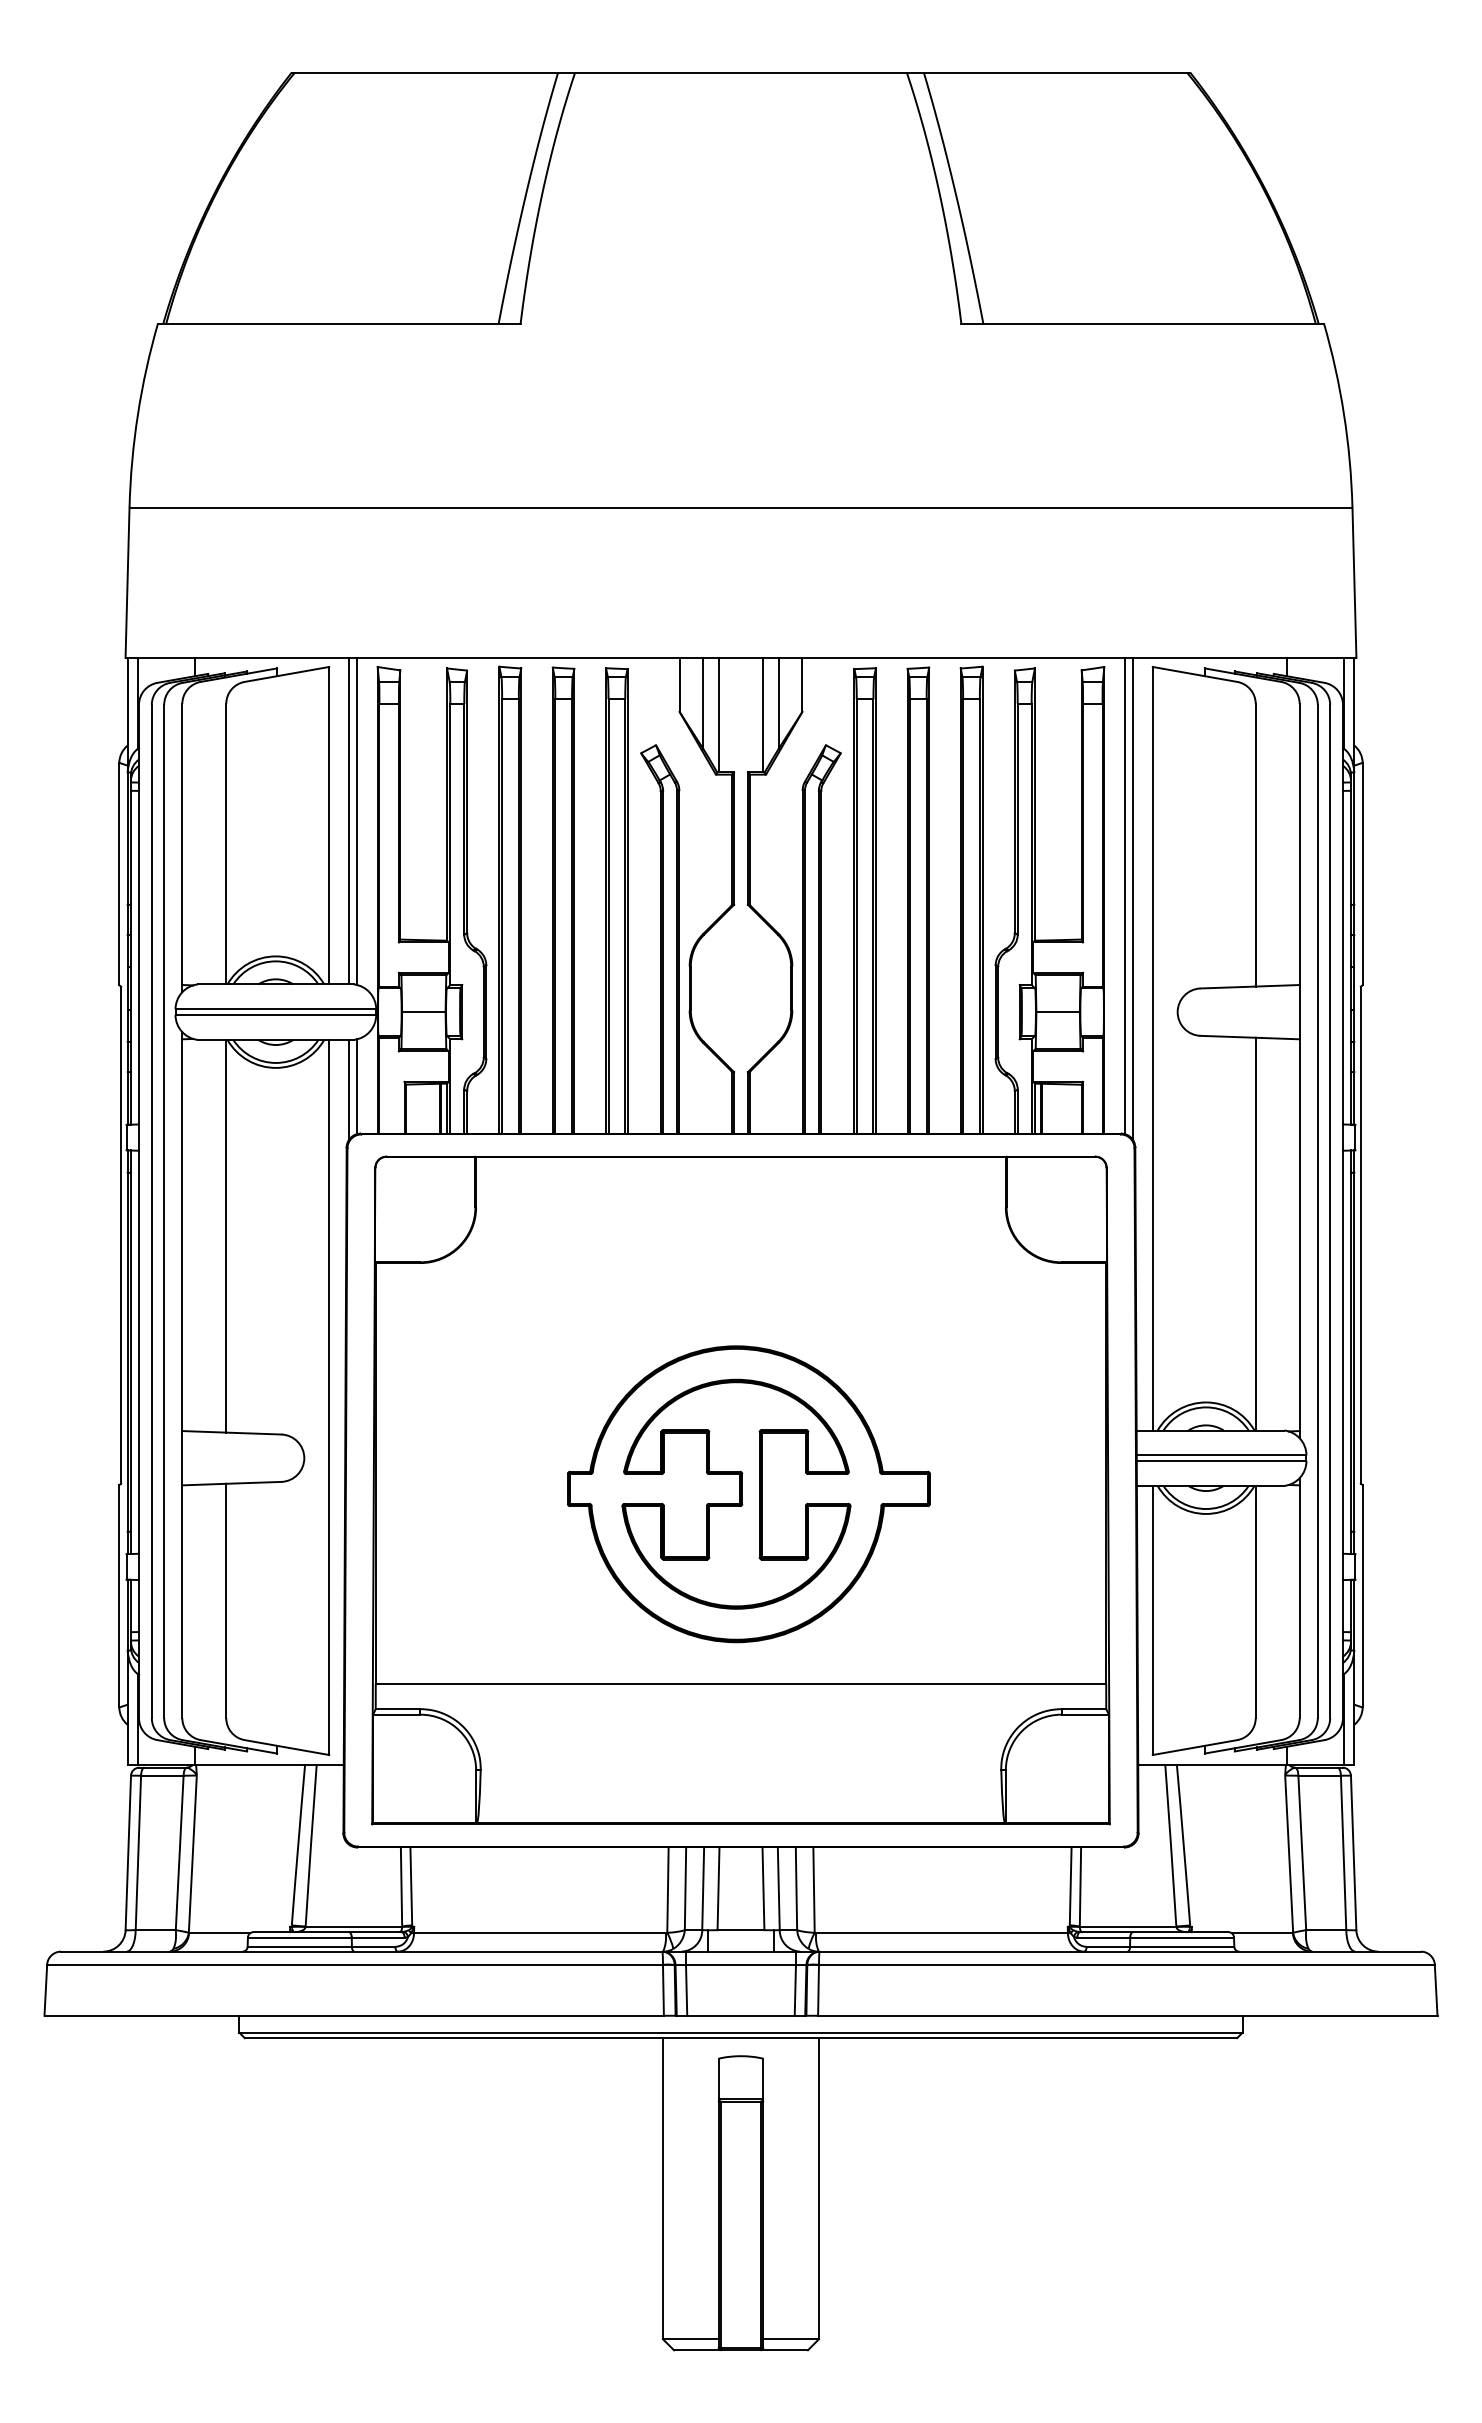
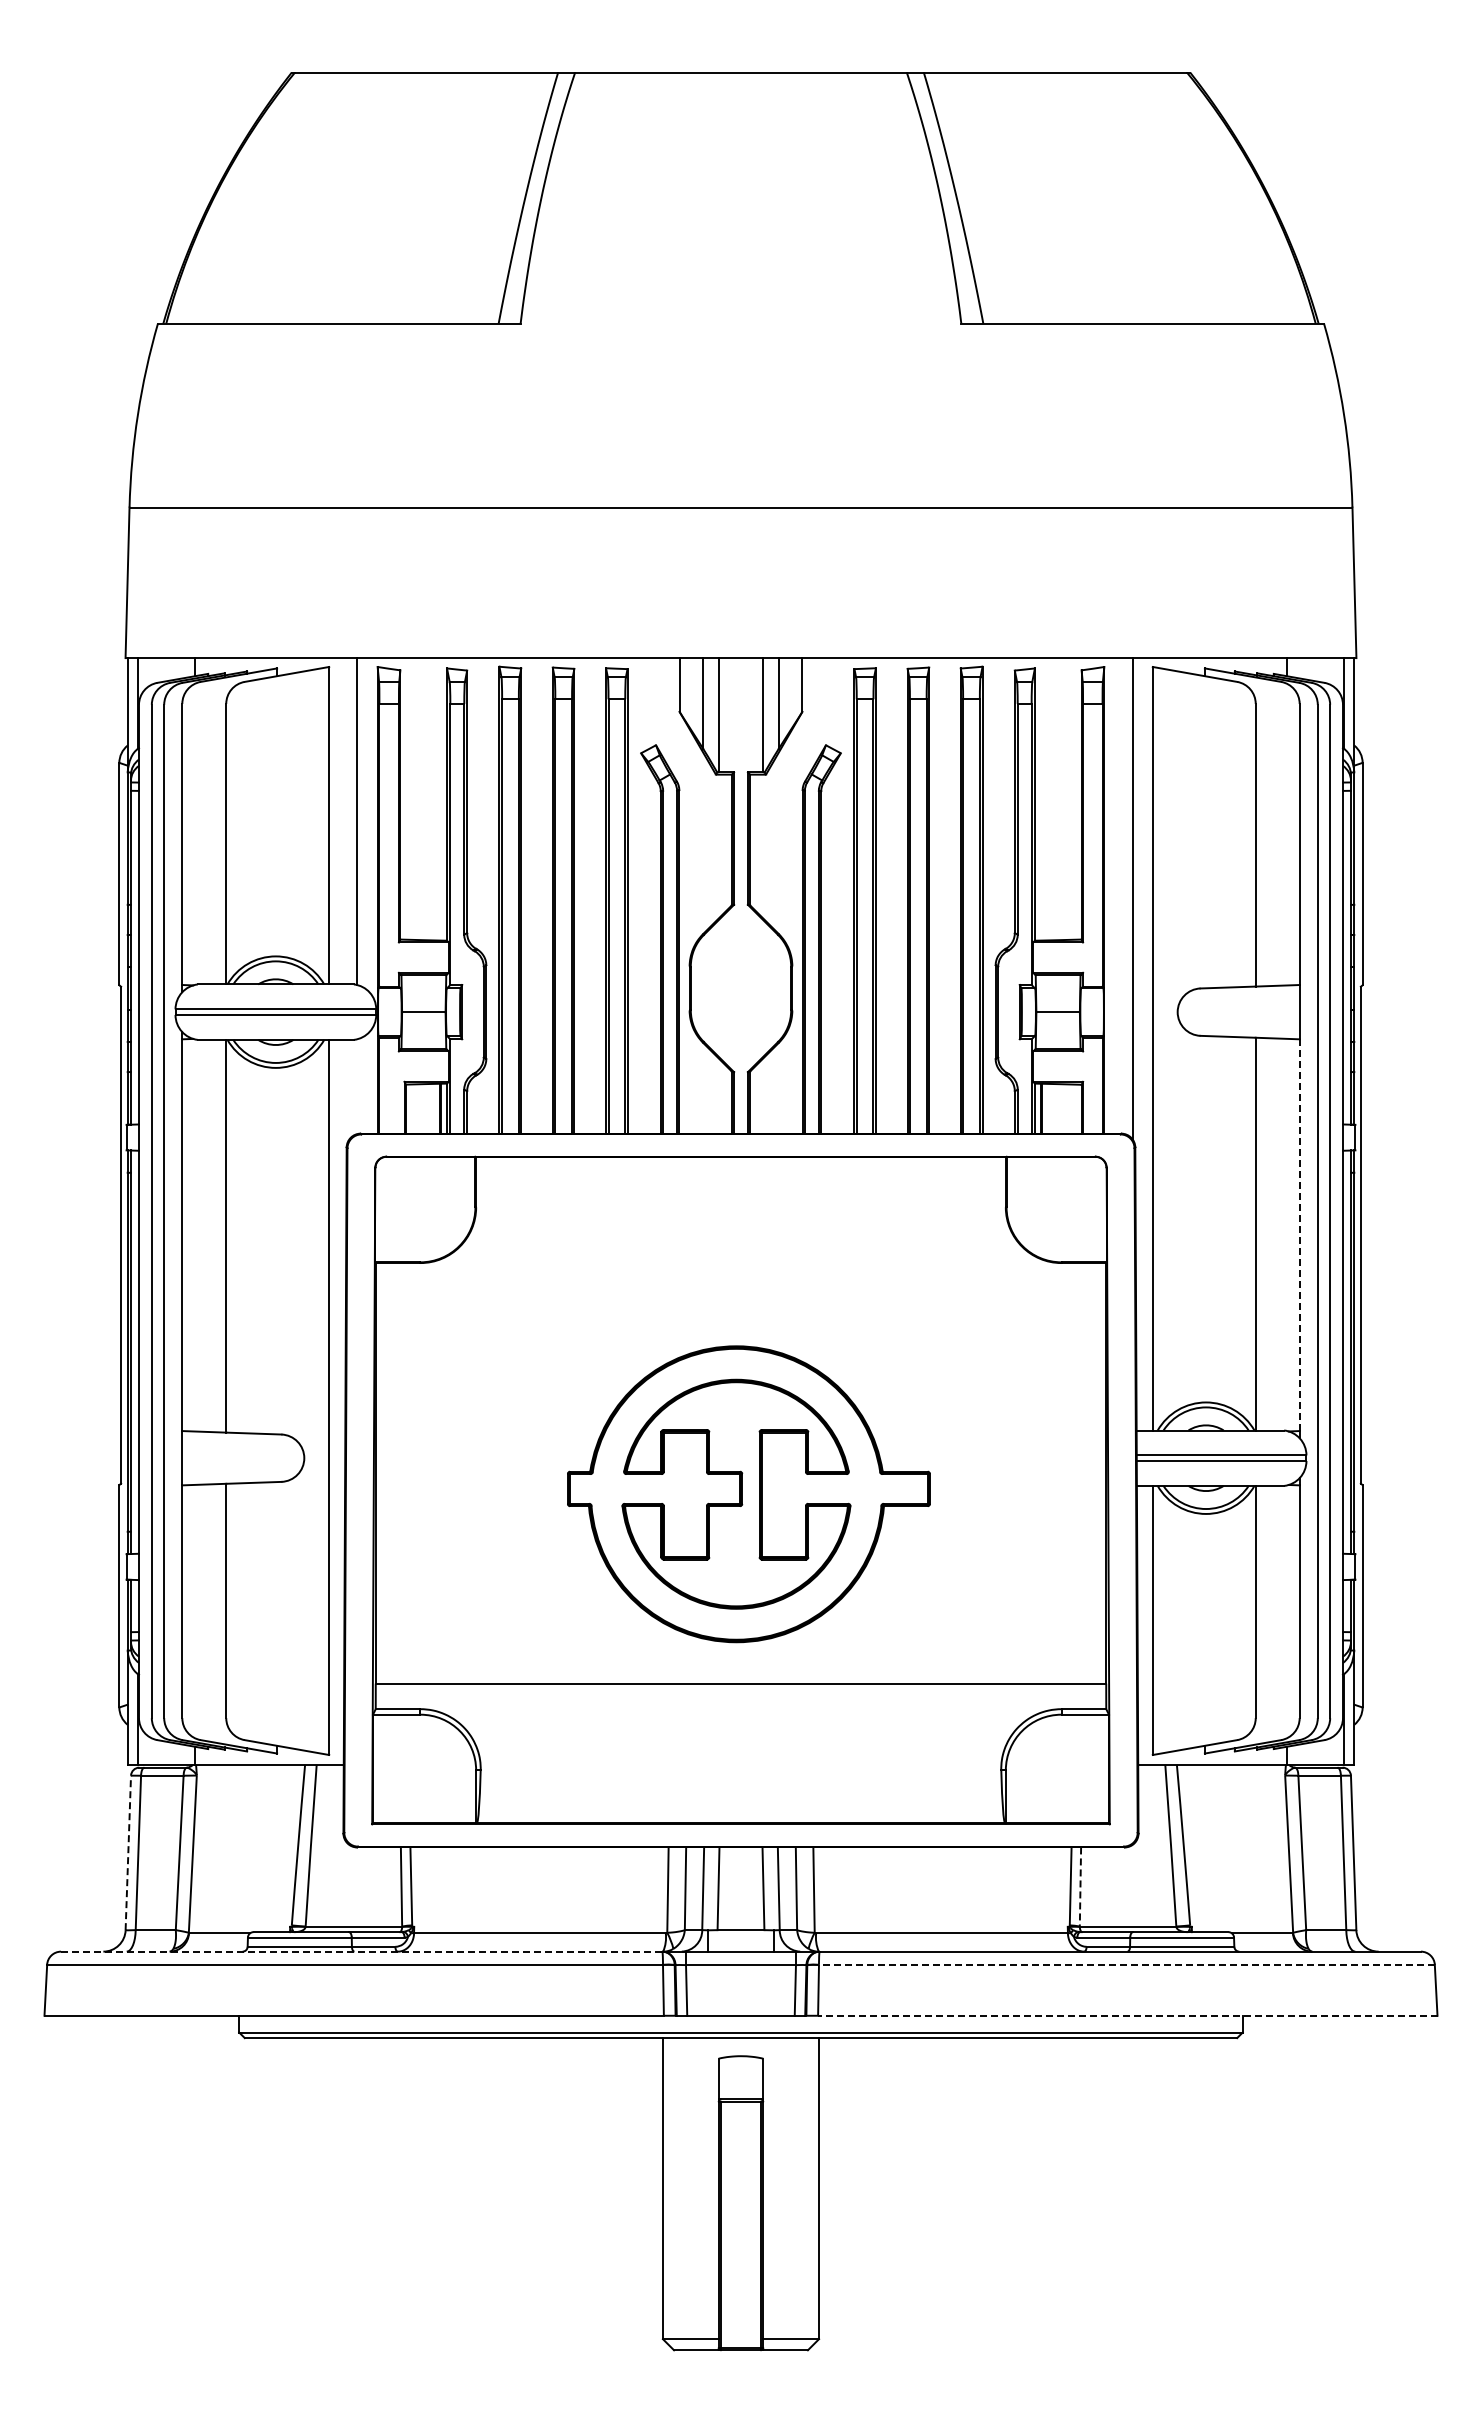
line at (348, 821): present -> none
line at (1125, 896): present -> none
line at (356, 1086): present -> none
line at (348, 1089): present -> none
line at (1299, 1235): solid -> dashed
line at (128, 1852): solid -> dashed
line at (1080, 1887): solid -> dashed
line at (361, 1951): solid -> dashed
line at (1126, 1964): solid -> dashed
line at (1127, 2015): solid -> dashed
